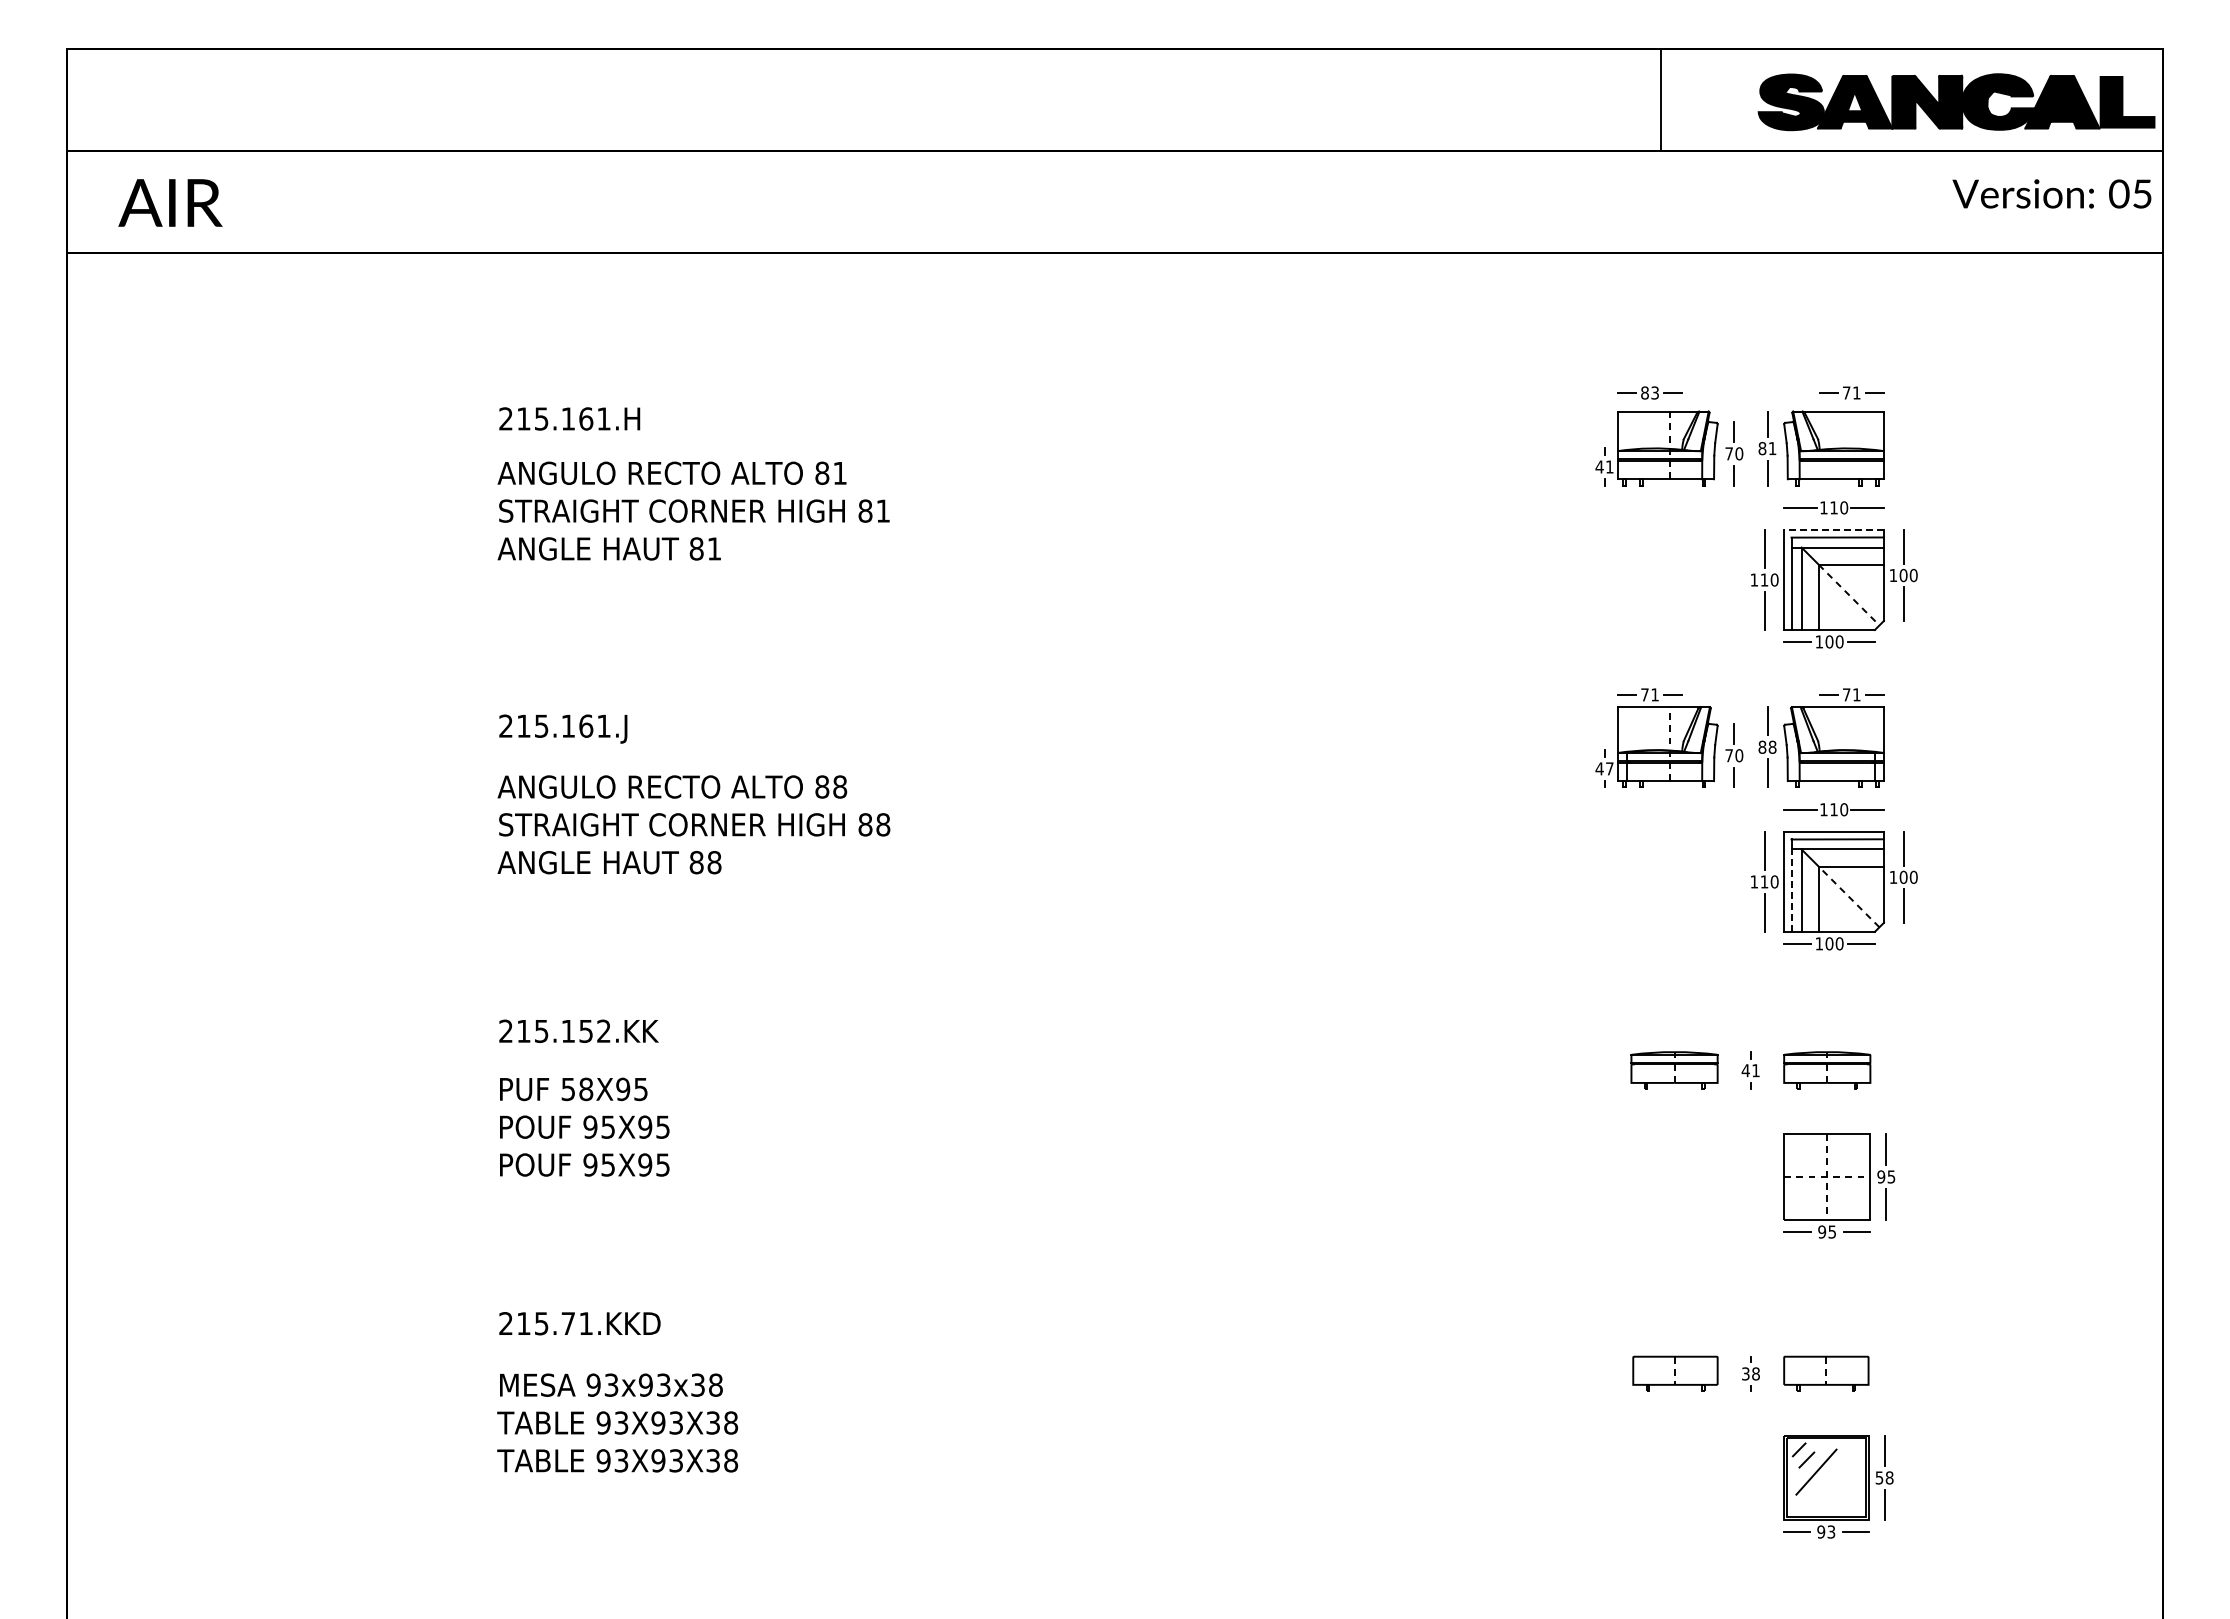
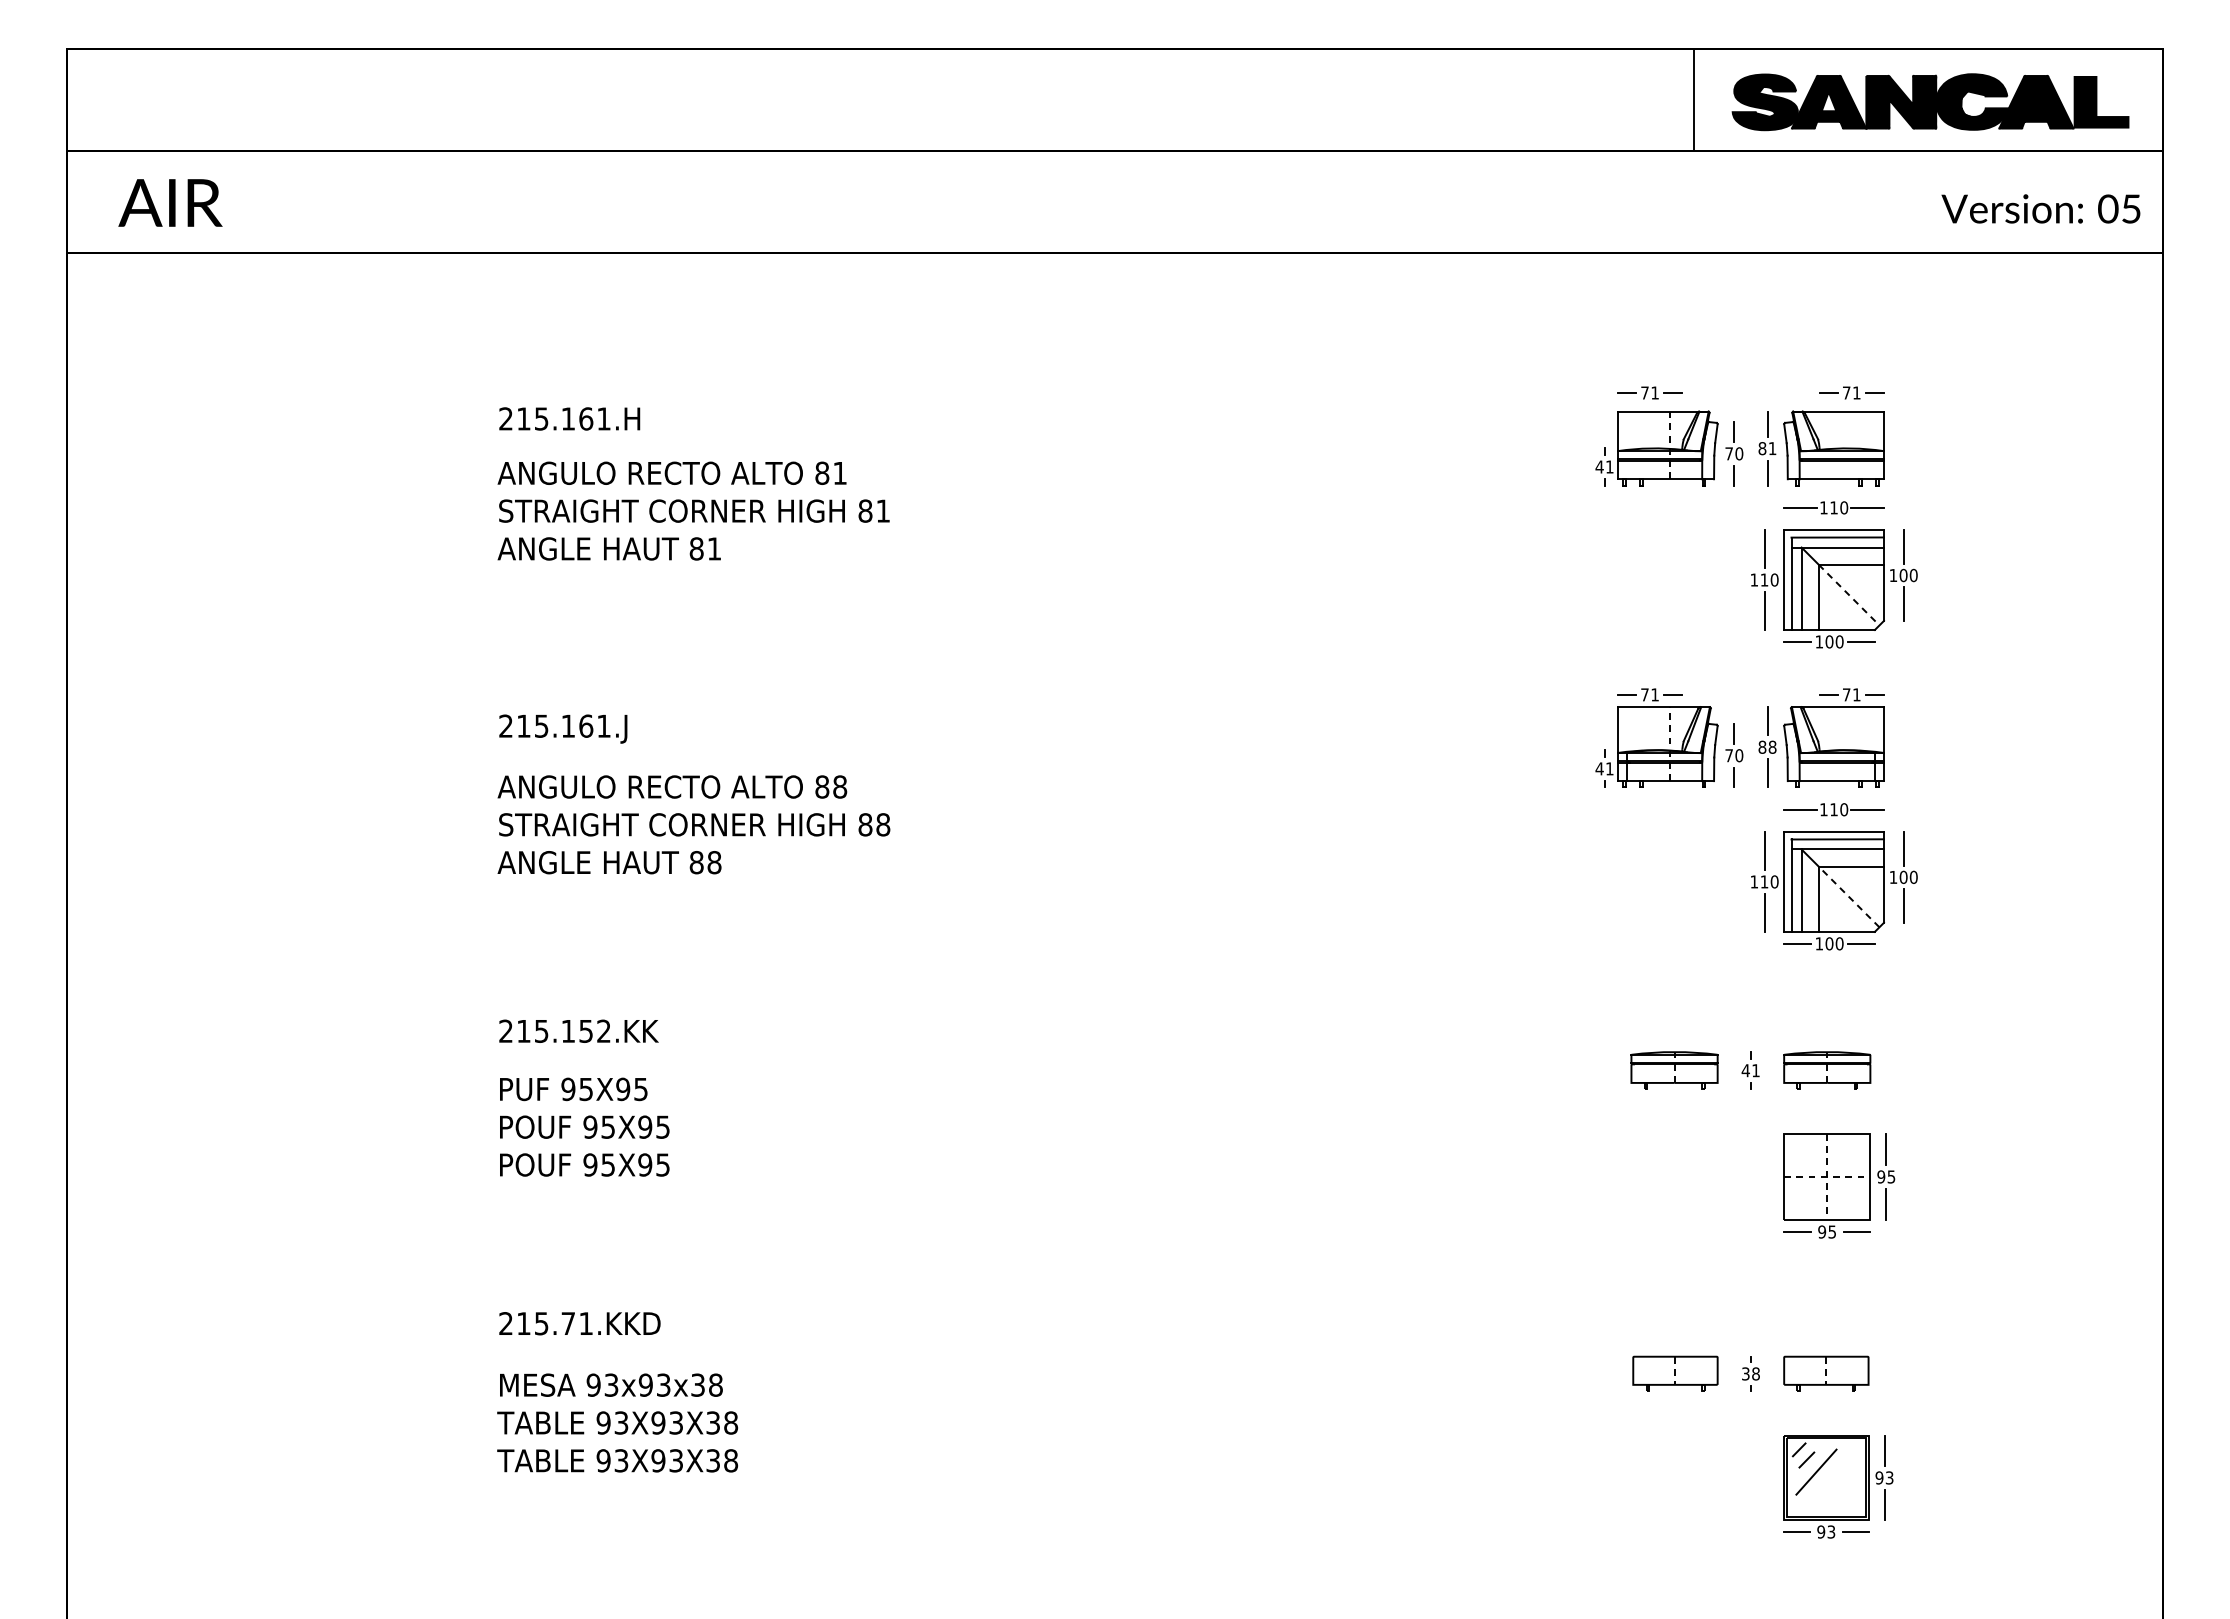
line at (1660, 99) position: (1660, 99) -> (1693, 99)
part at (1956, 102) position: (1956, 102) -> (1930, 102)
text at (2051, 193) position: (2051, 193) -> (2040, 208)
text at (1649, 392): 83 -> 71
line at (1834, 530): dashed -> solid
text at (1609, 768): 47 -> 41
line at (1791, 890): dashed -> solid
text at (577, 1089): 58X95 -> 95X95
text at (1884, 1477): 58 -> 93
